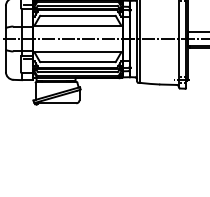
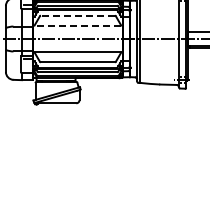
line at (77, 15): solid -> dashed
line at (77, 25): solid -> dashed
